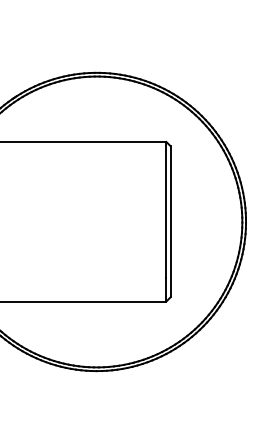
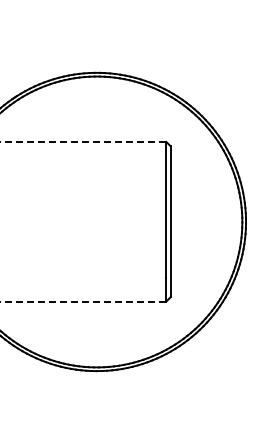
line at (83, 141): solid -> dashed
line at (83, 301): solid -> dashed
